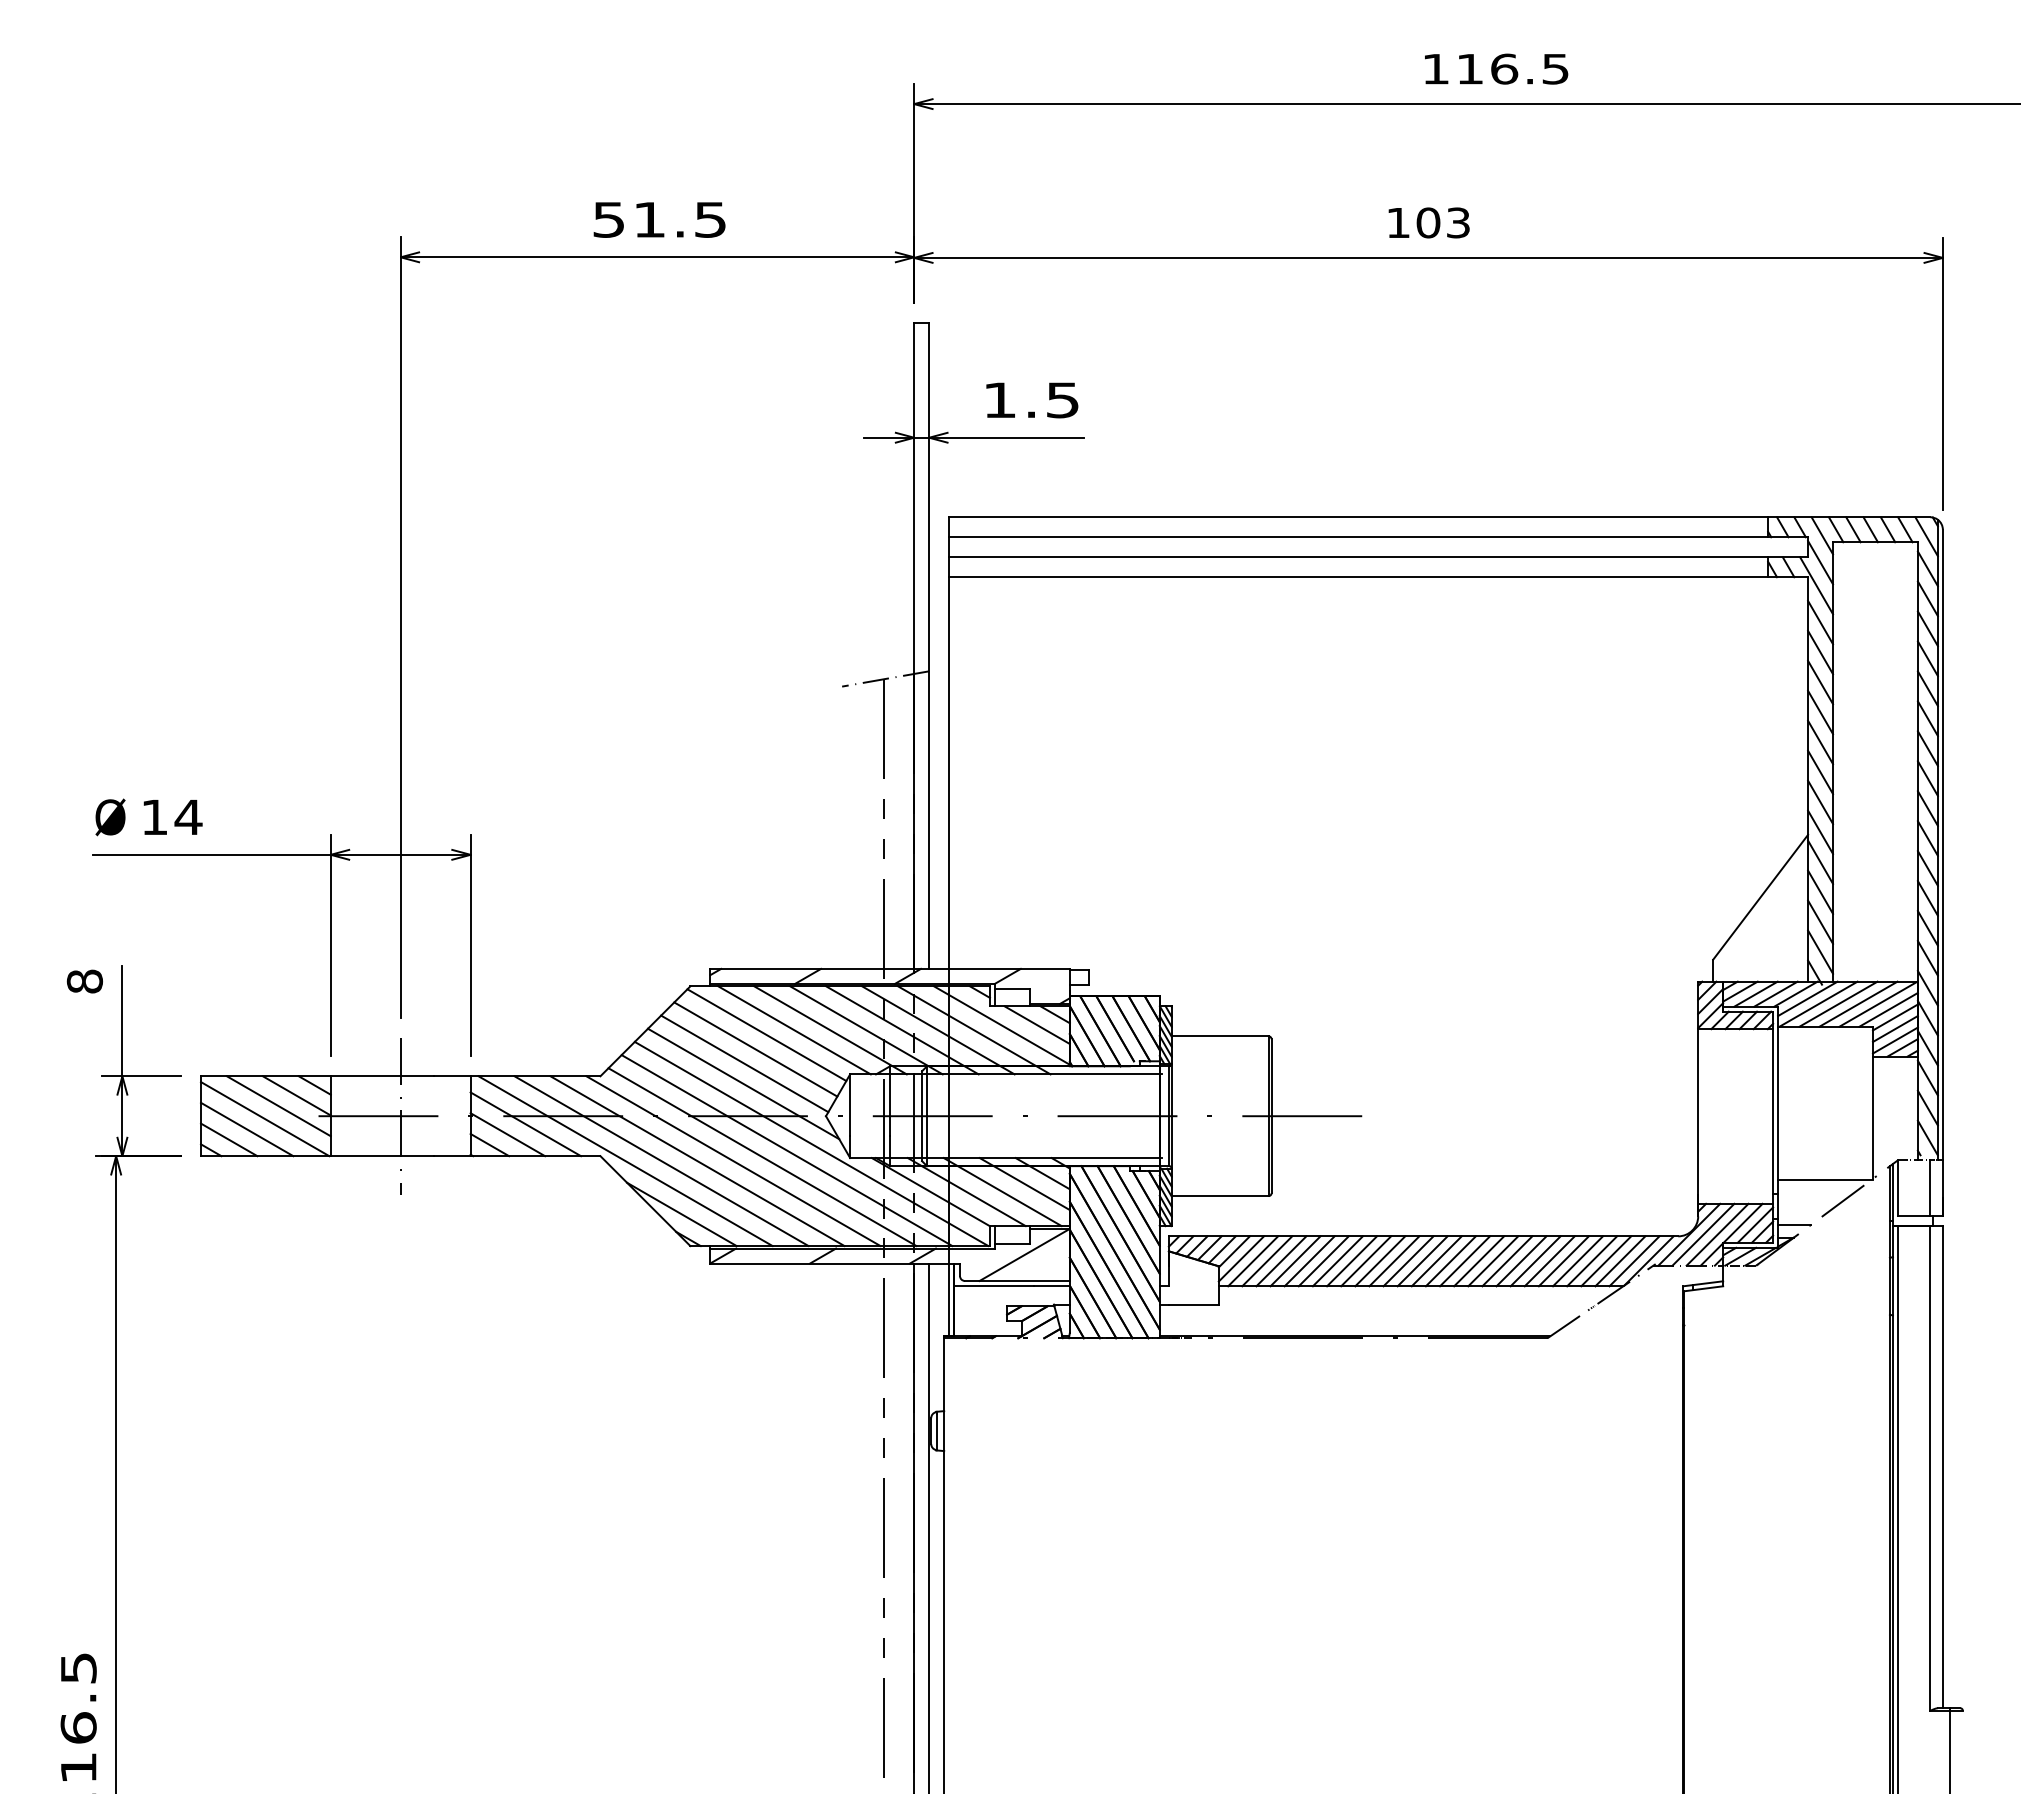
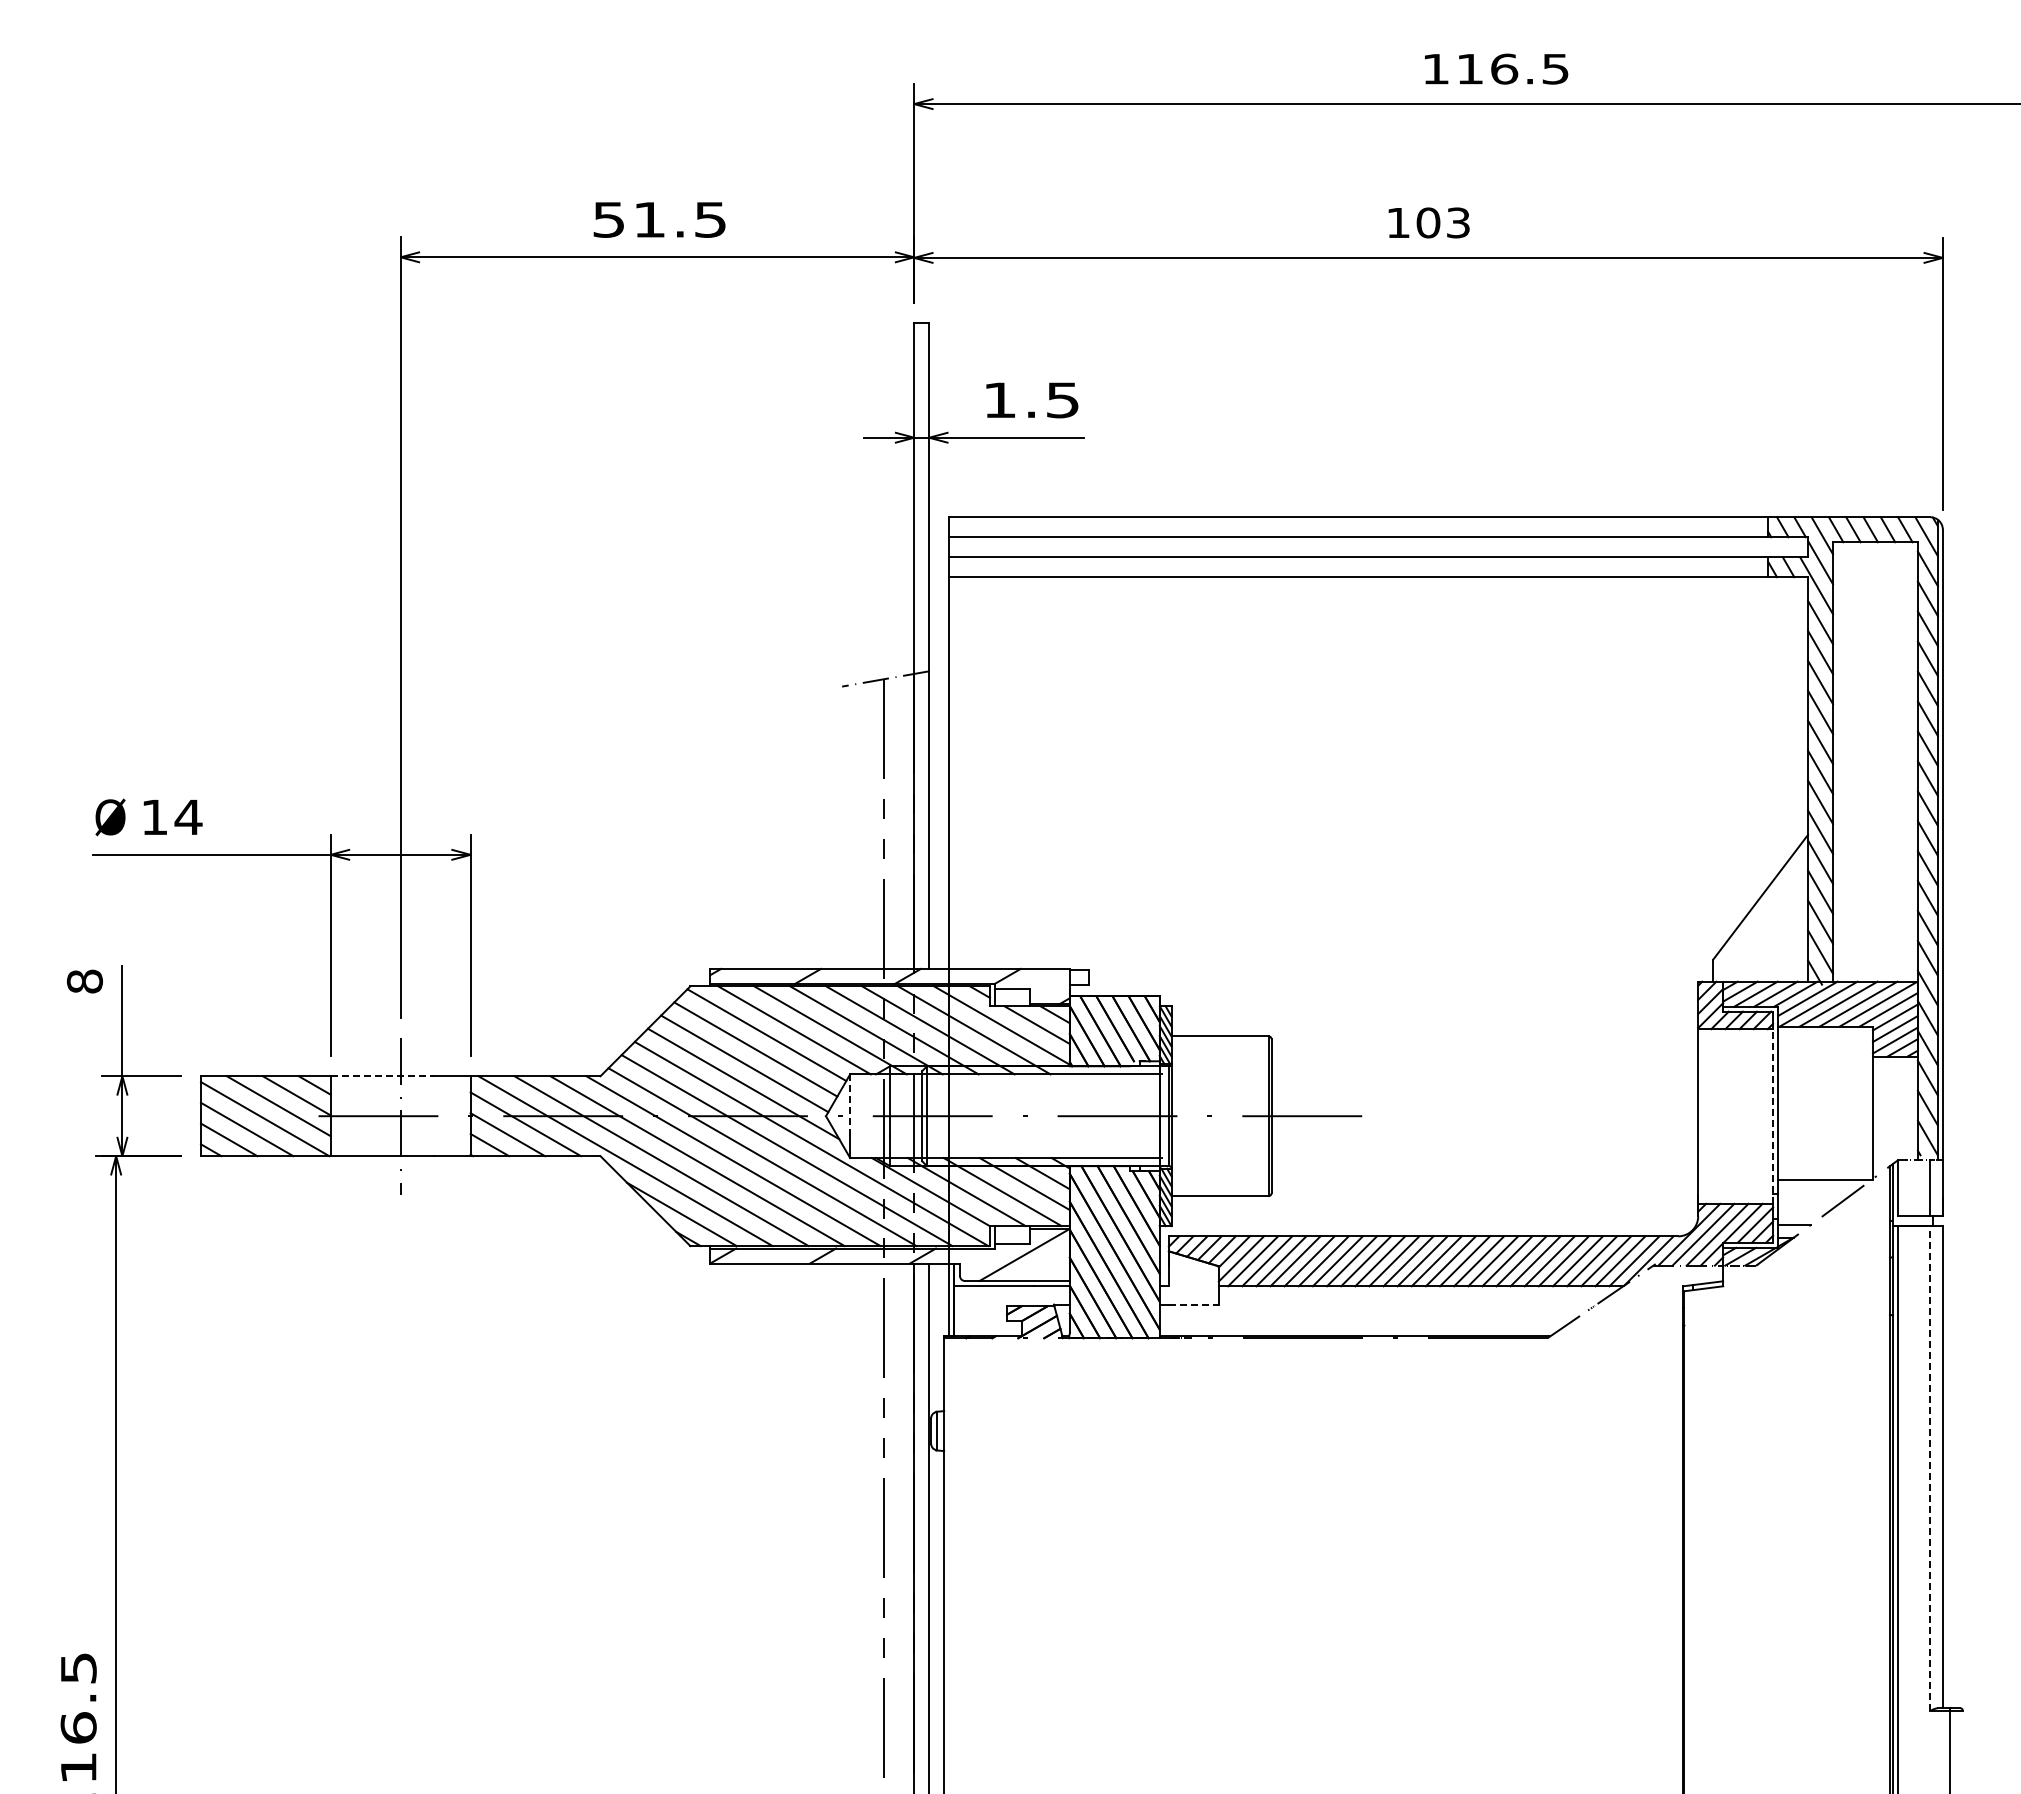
line at (382, 1076): solid -> dashed
line at (850, 1105): solid -> dashed
line at (1773, 1116): solid -> dashed
line at (1193, 1304): solid -> dashed
line at (1930, 1468): solid -> dashed
